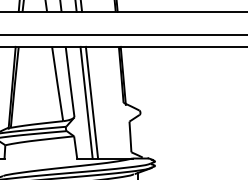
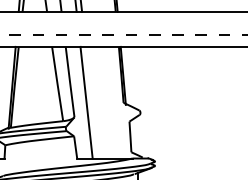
line at (124, 35): solid -> dashed
line at (91, 102): present -> none
